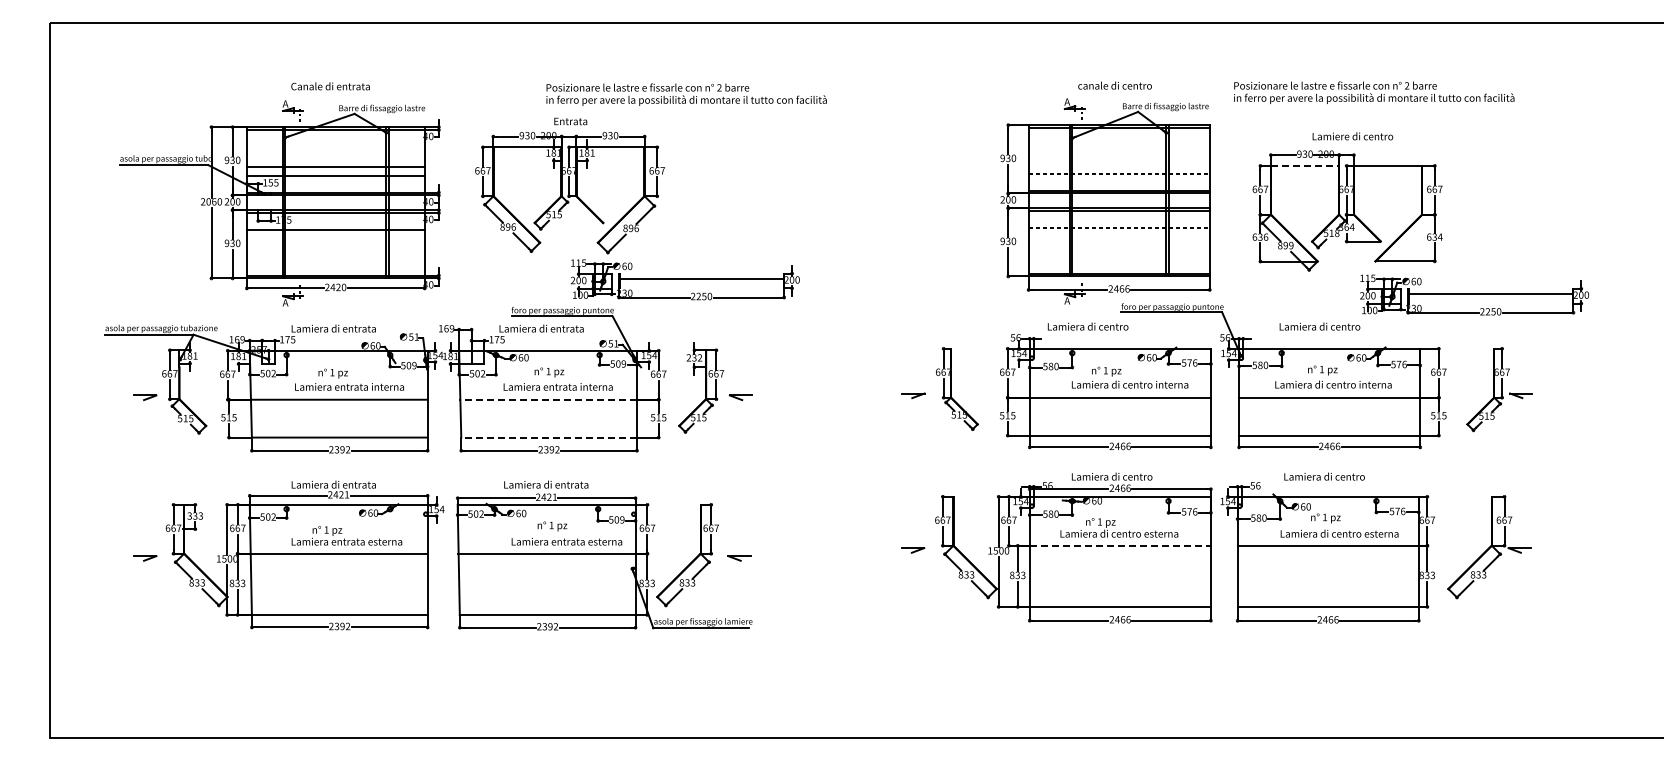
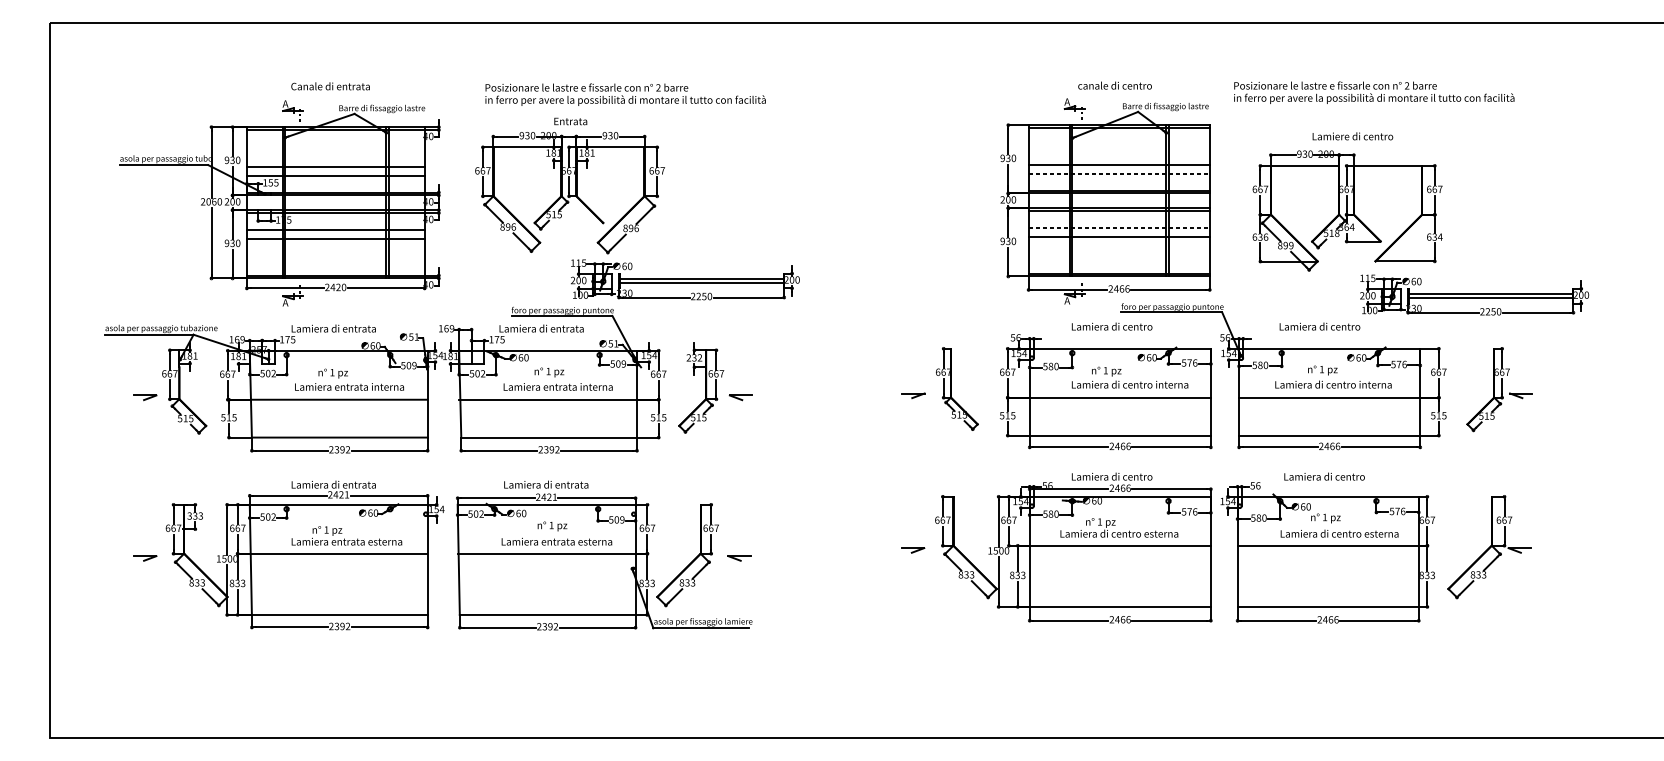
text at (686, 94) position: (686, 94) -> (625, 94)
line at (1118, 164): none -> present
line at (1305, 165): dashed -> solid
line at (1118, 237): none -> present
line at (335, 239): none -> present
line at (701, 283): none -> present
line at (1490, 298): none -> present
text at (1087, 326) position: (1087, 326) -> (1111, 326)
line at (547, 399): dashed -> solid
line at (549, 437): dashed -> solid
text at (566, 541) position: (566, 541) -> (556, 541)
line at (1120, 545): dashed -> solid
